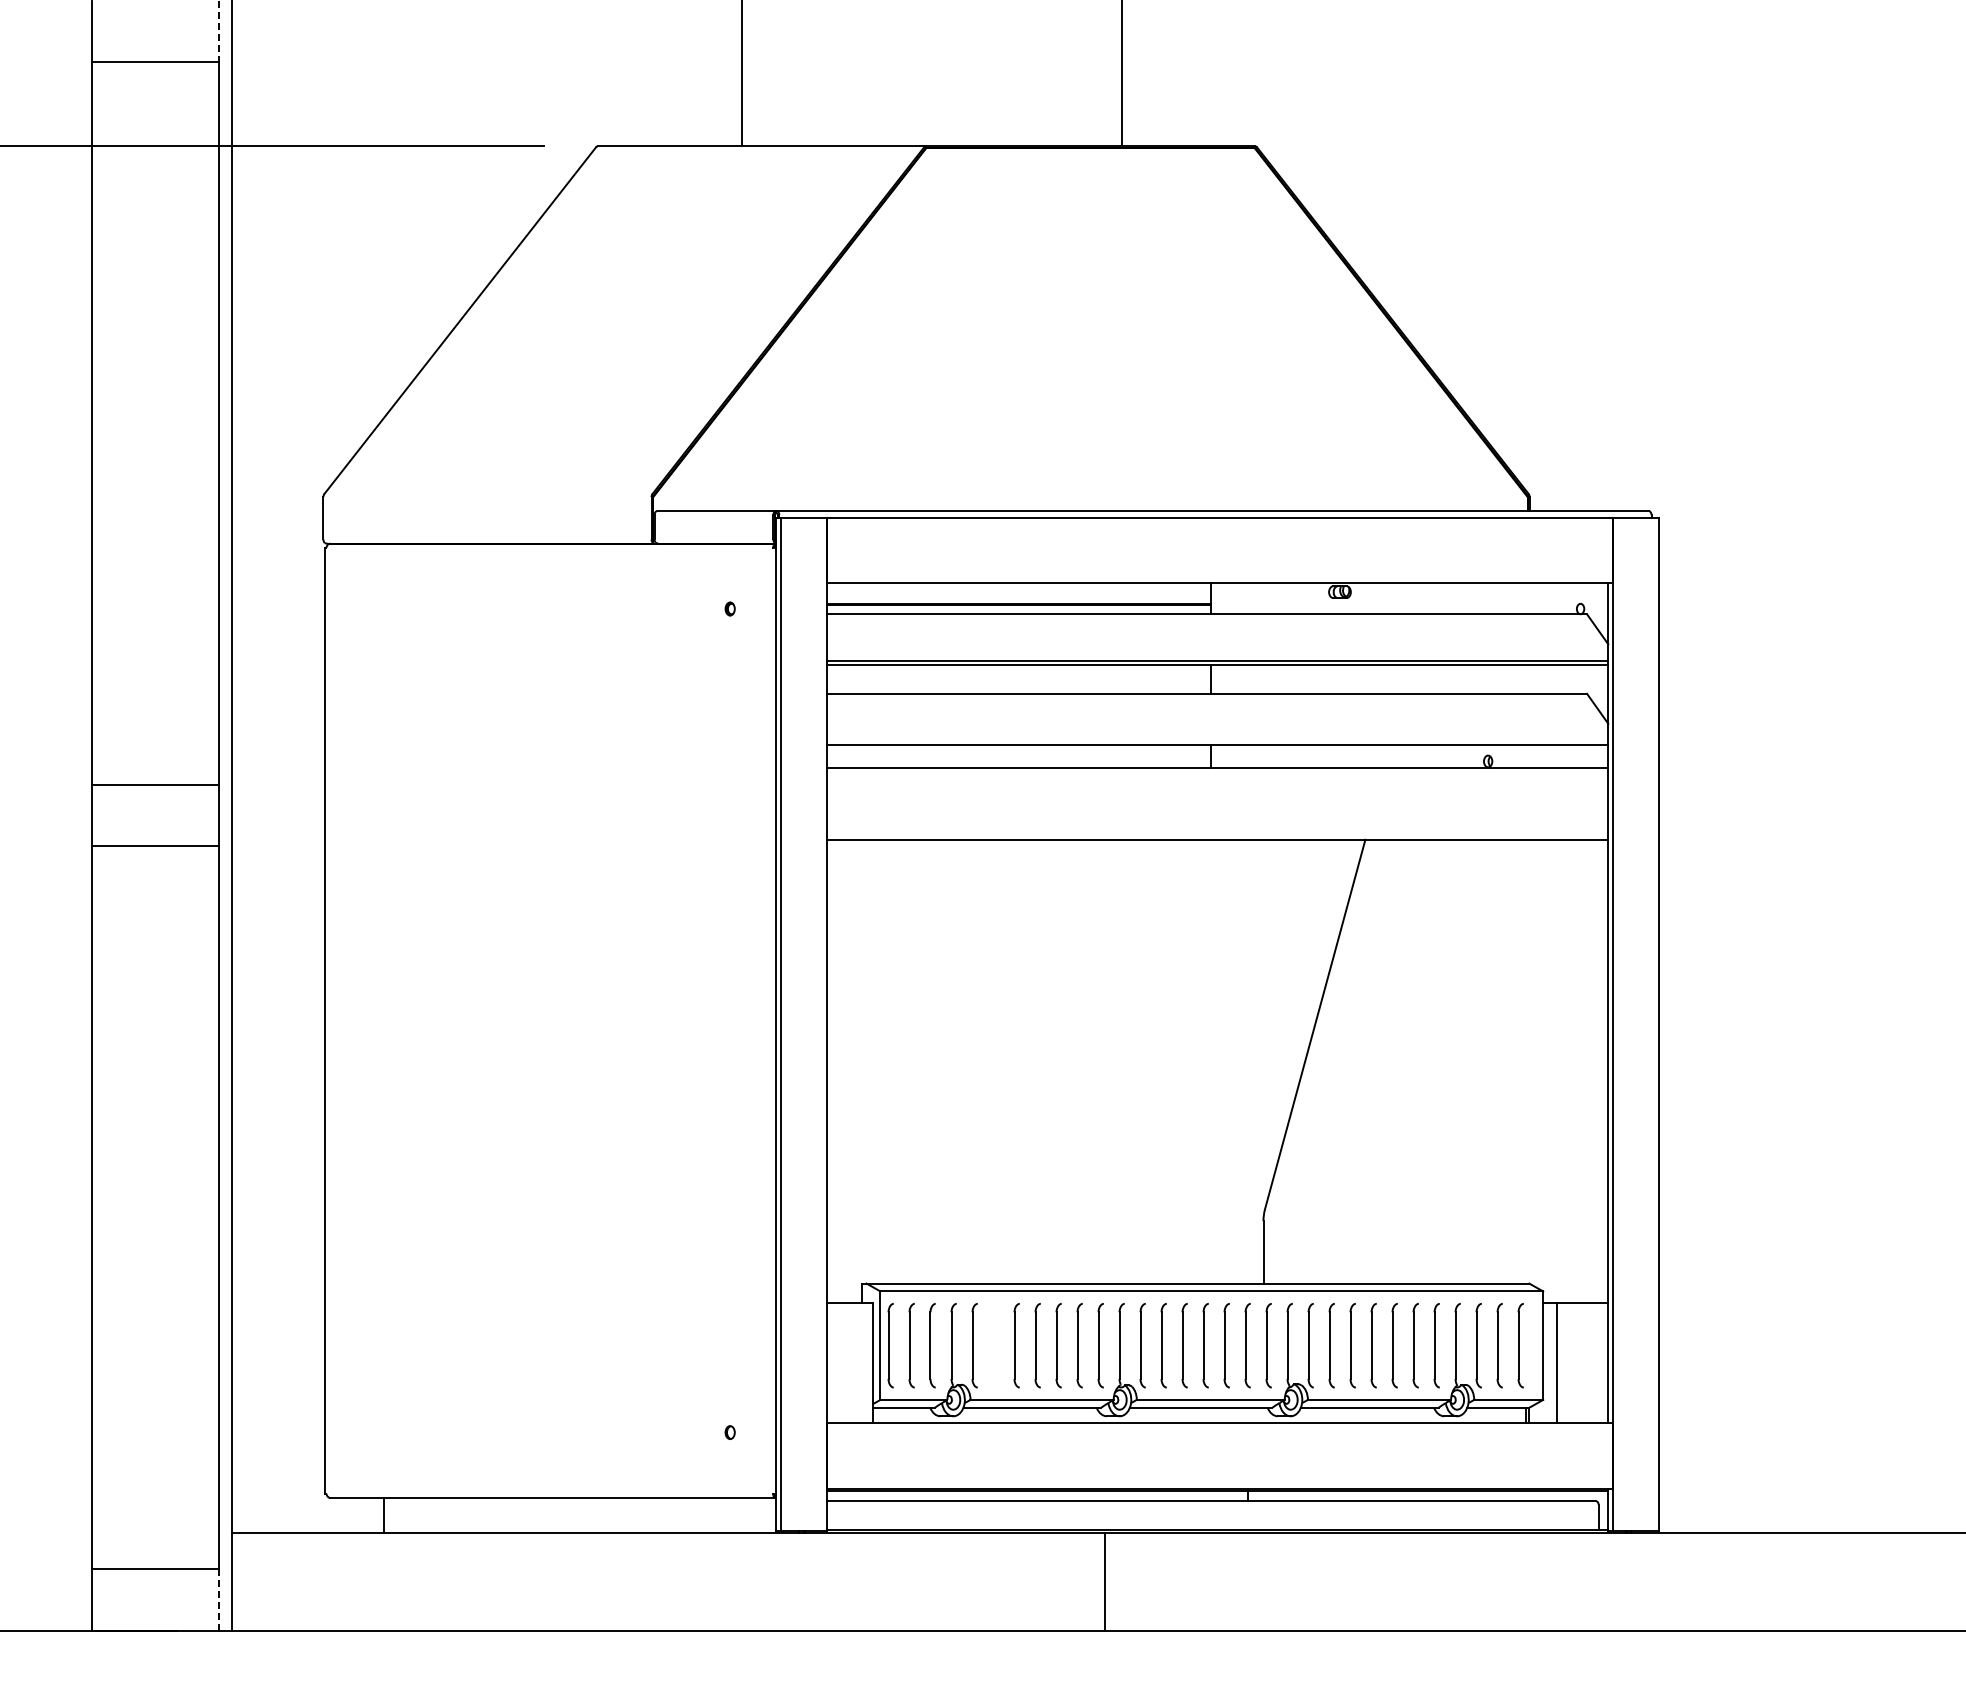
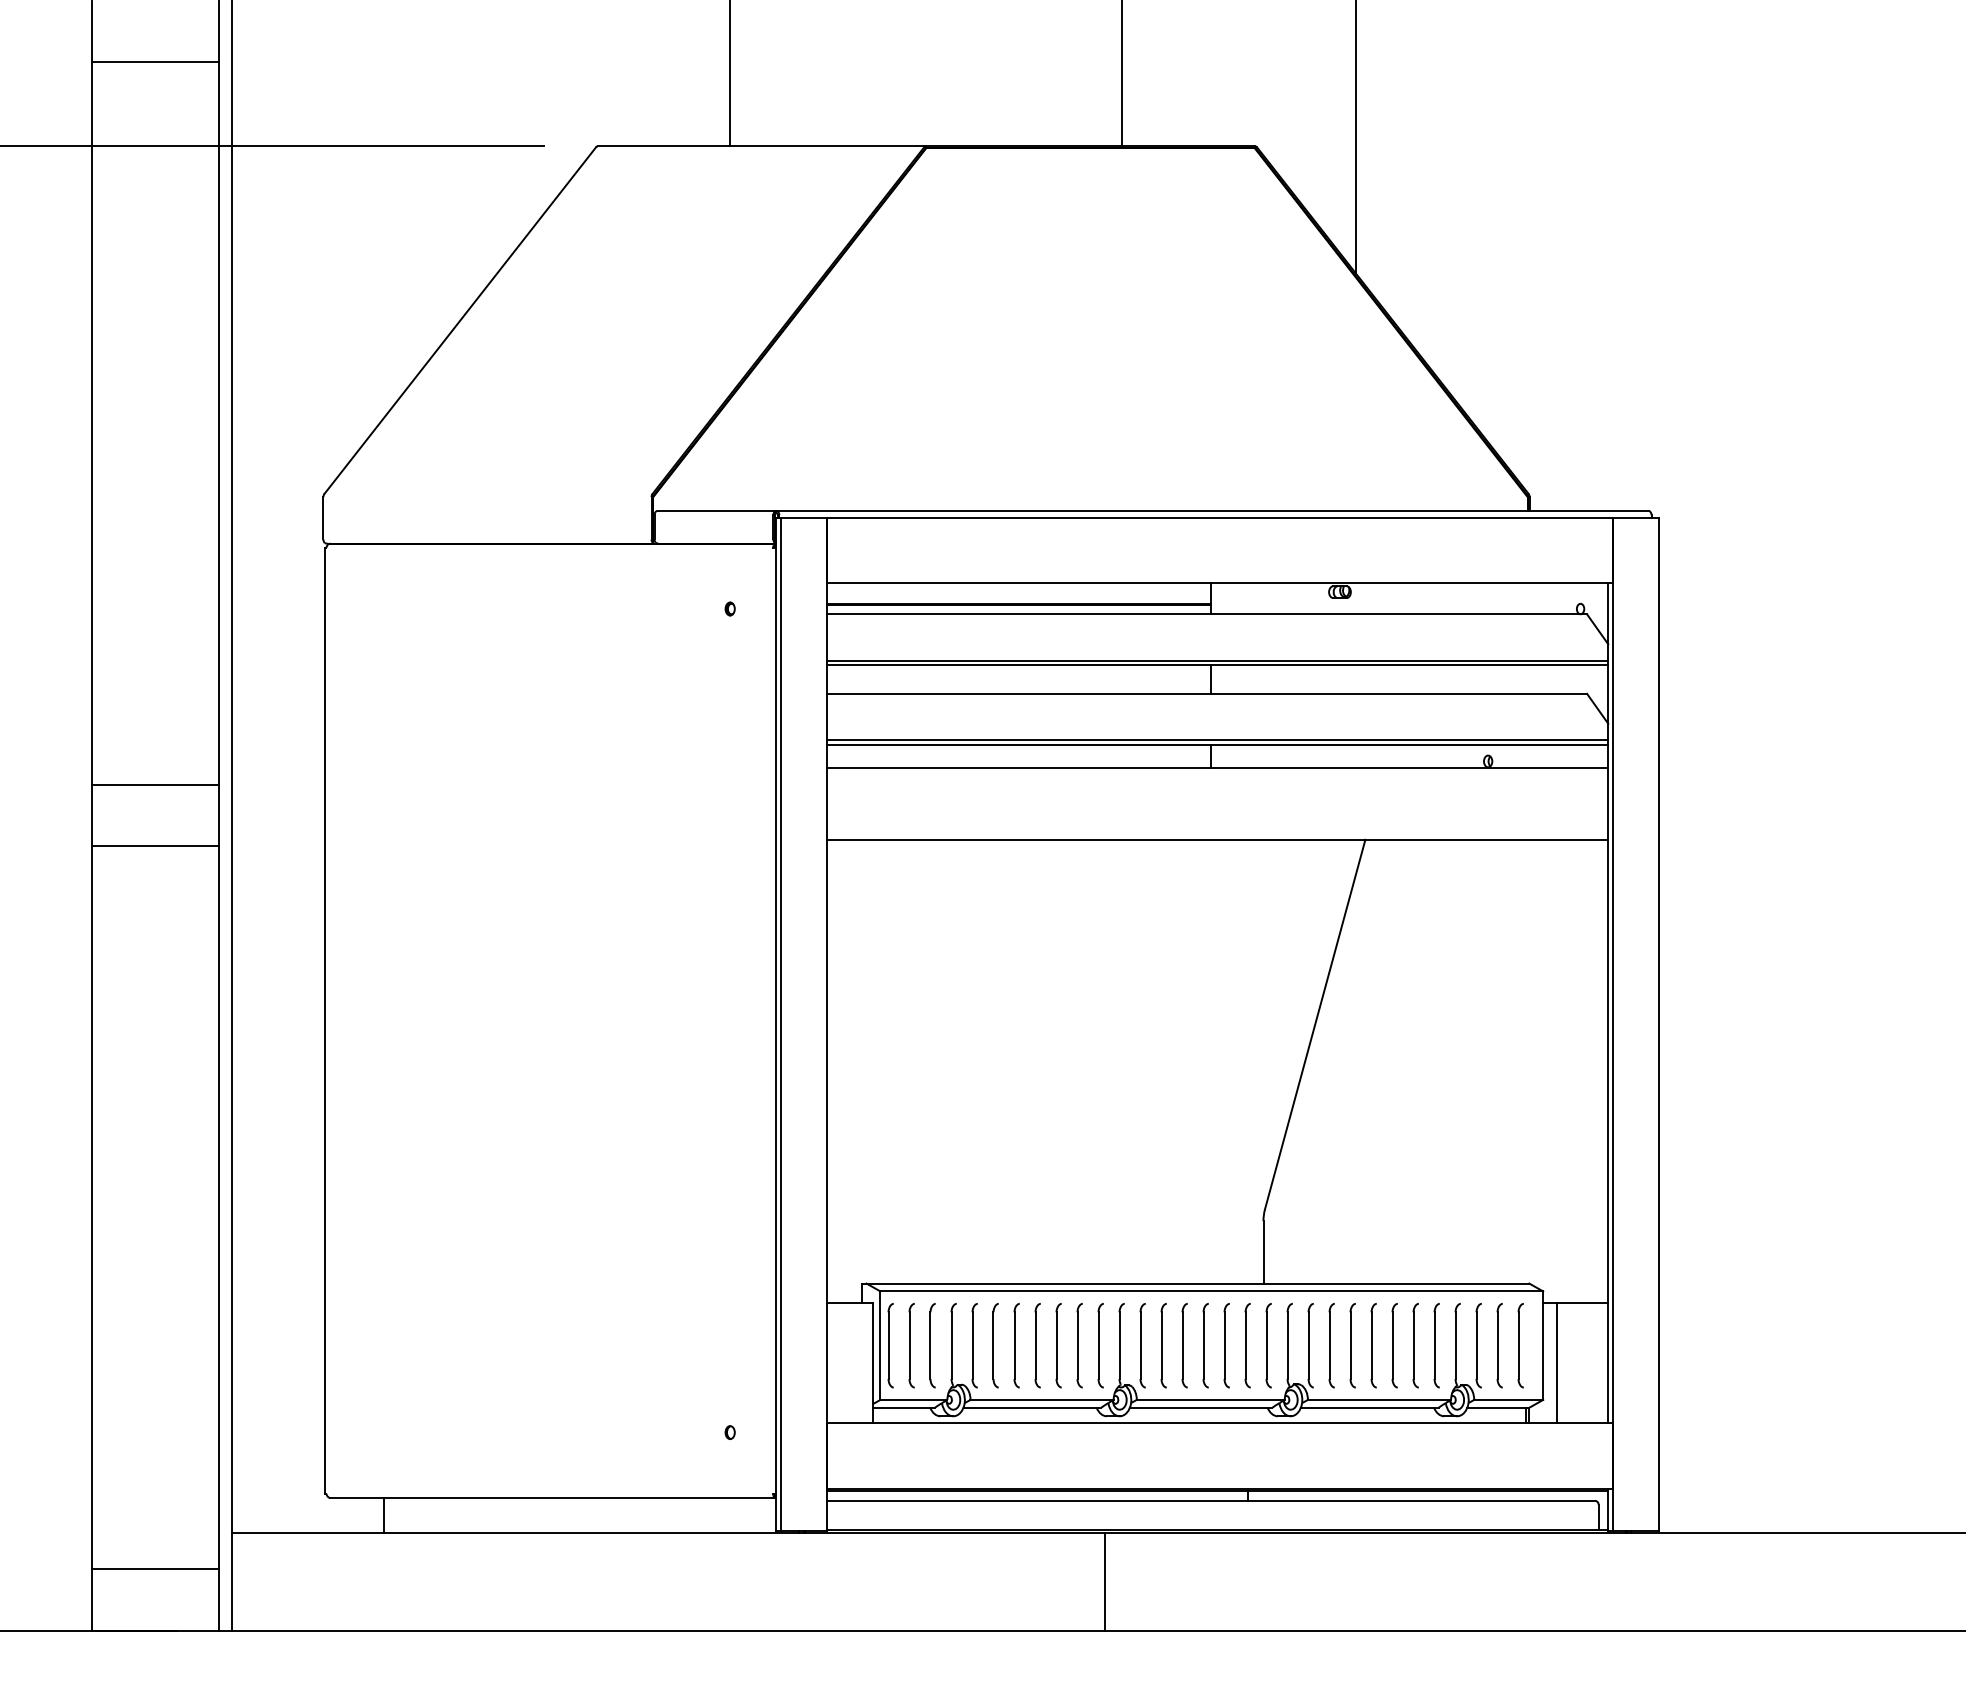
line at (218, 31): dashed -> solid
line at (742, 74) position: (742, 74) -> (730, 74)
line at (1356, 137): none -> present
line at (1217, 740): none -> present
part at (995, 1345): none -> present
line at (218, 1600): dashed -> solid
